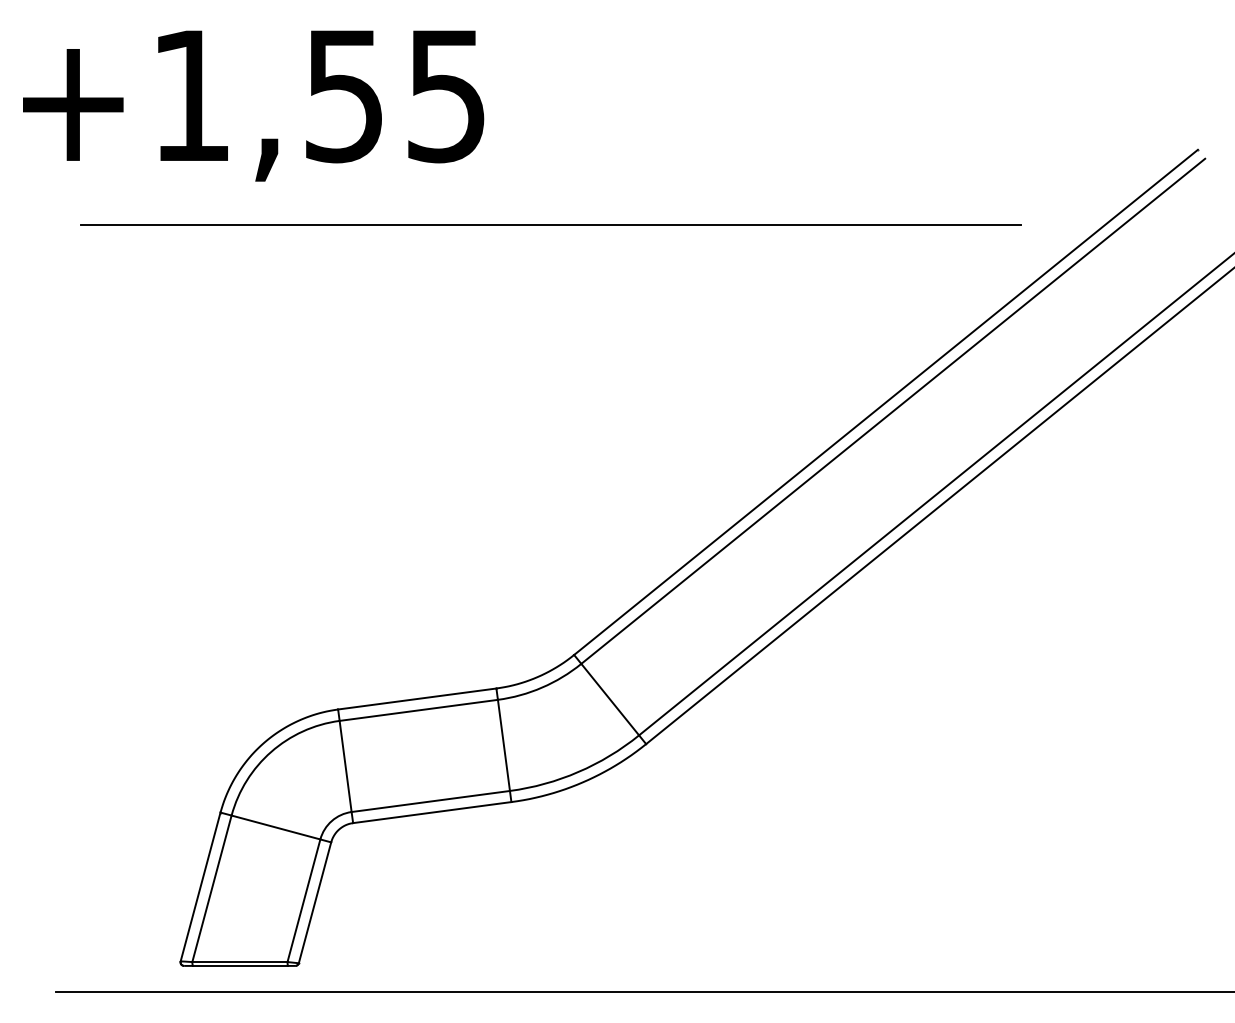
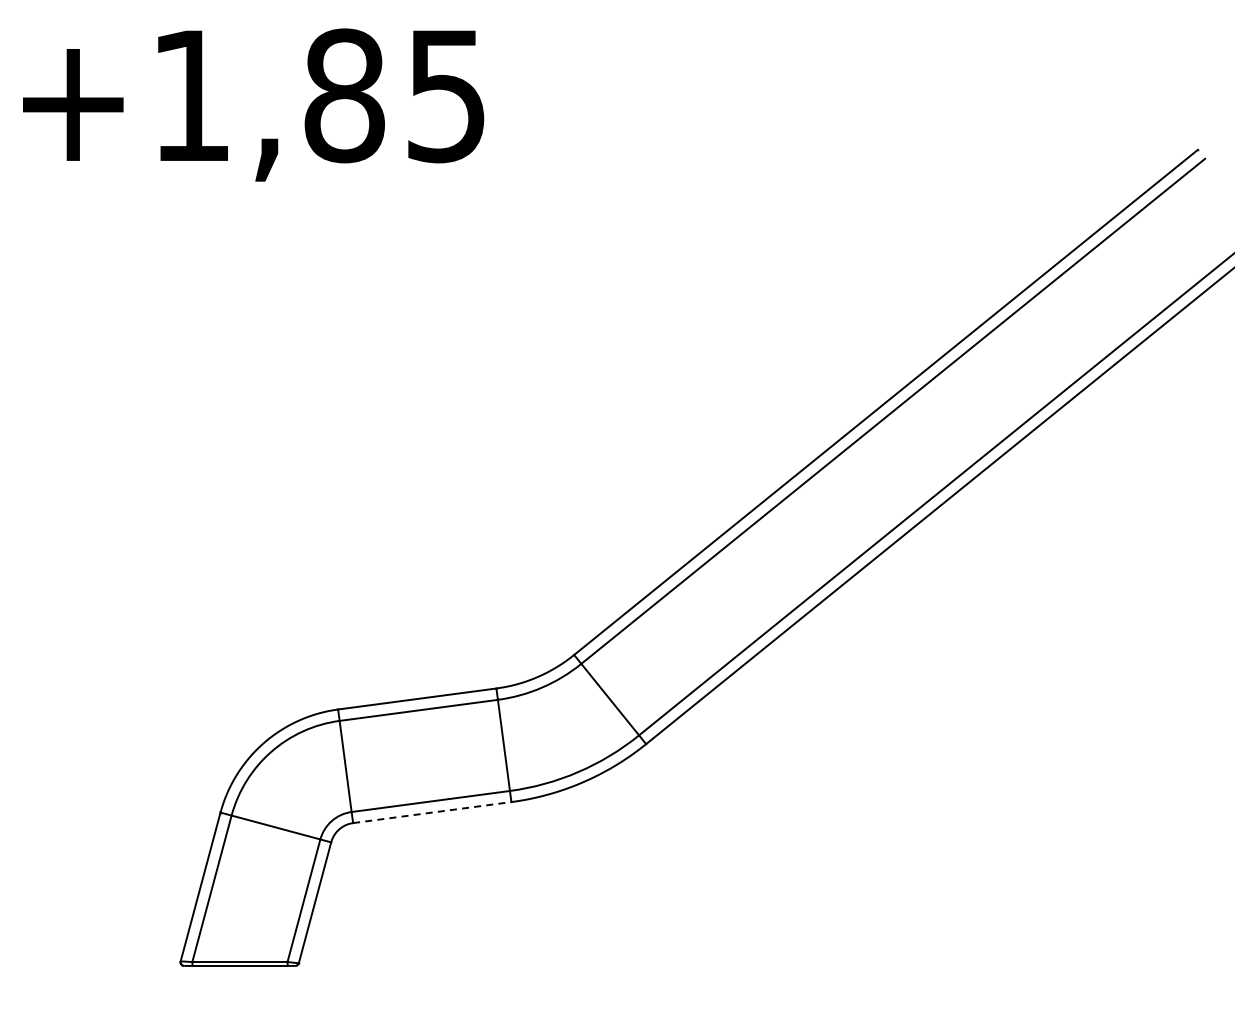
text at (344, 95): +1,55 -> +1,85
line at (551, 225): present -> none
line at (432, 812): solid -> dashed
line at (643, 992): present -> none
